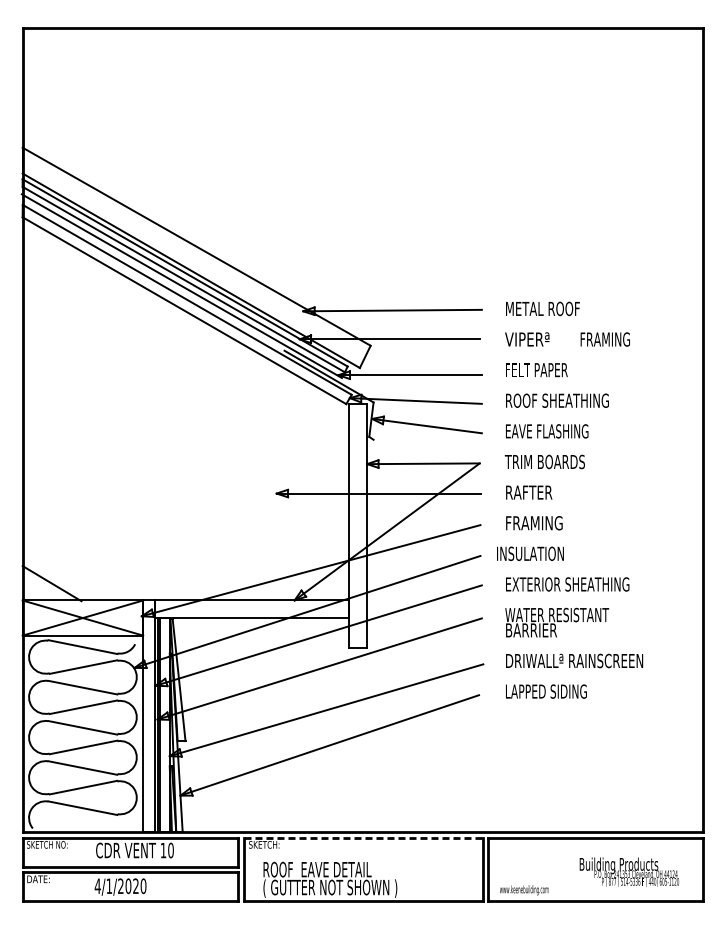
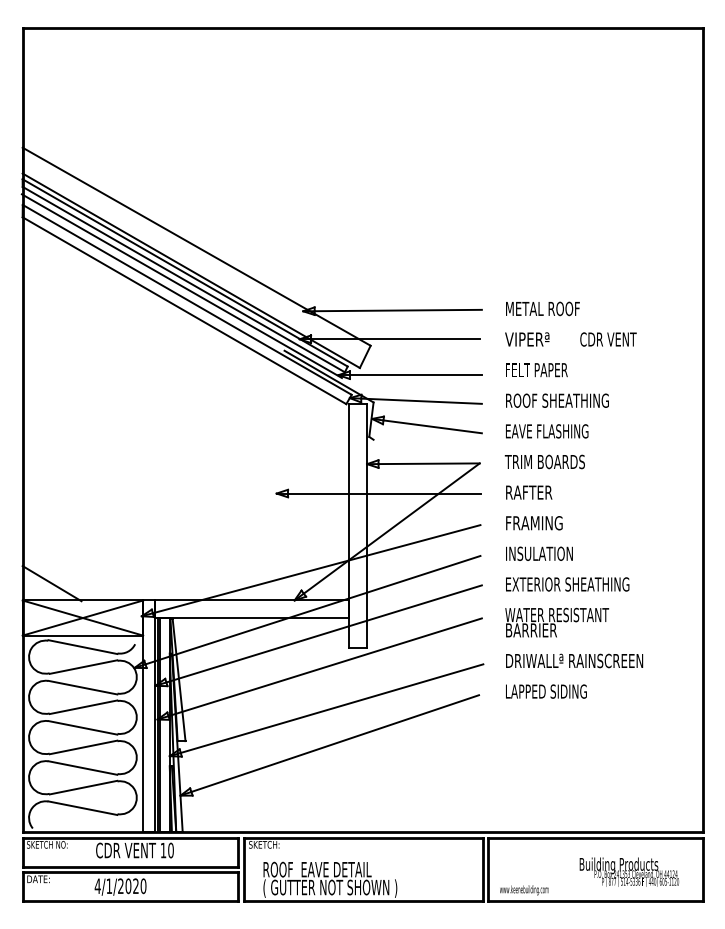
text at (608, 339): FRAMING -> CDR VENT
text at (530, 553) position: (530, 553) -> (539, 553)
line at (363, 837): dashed -> solid
